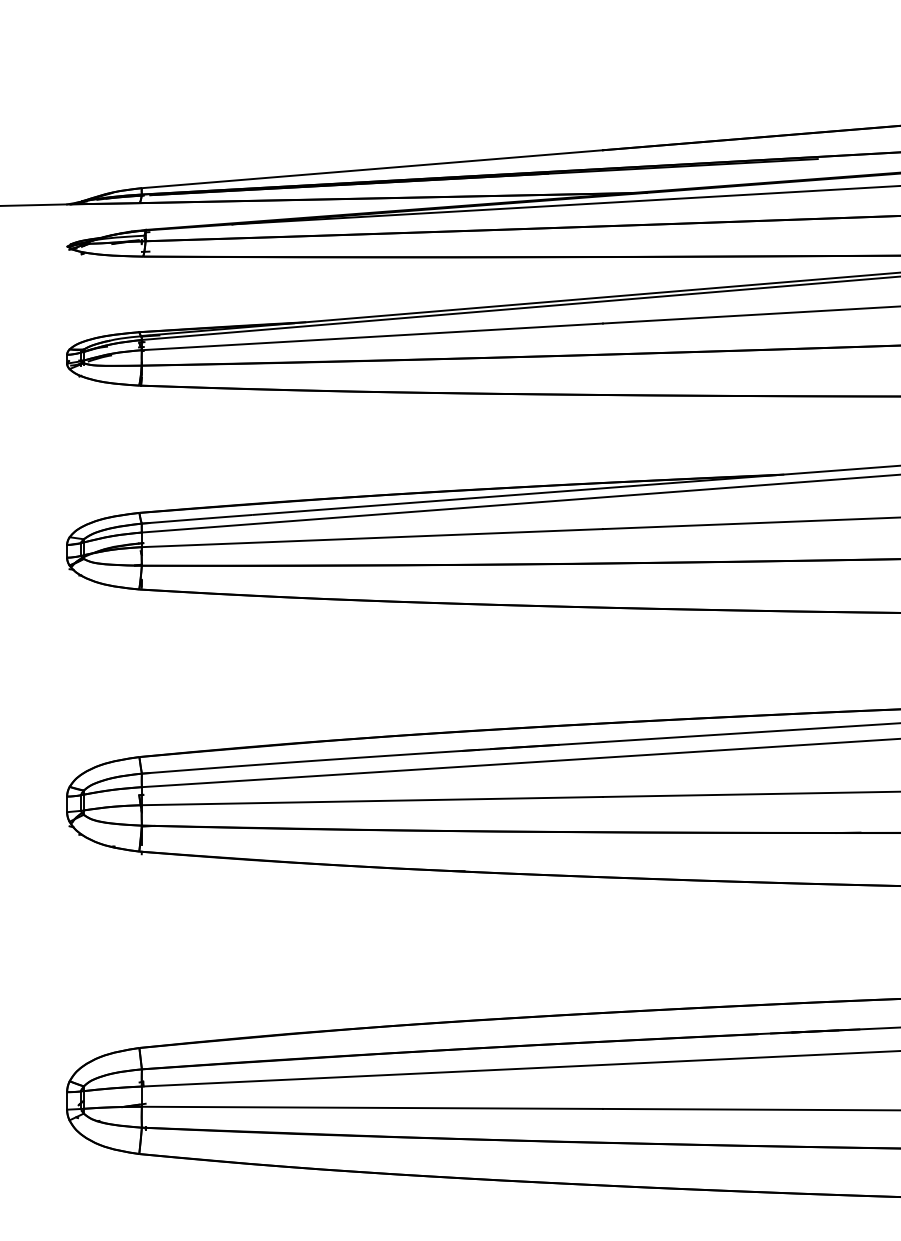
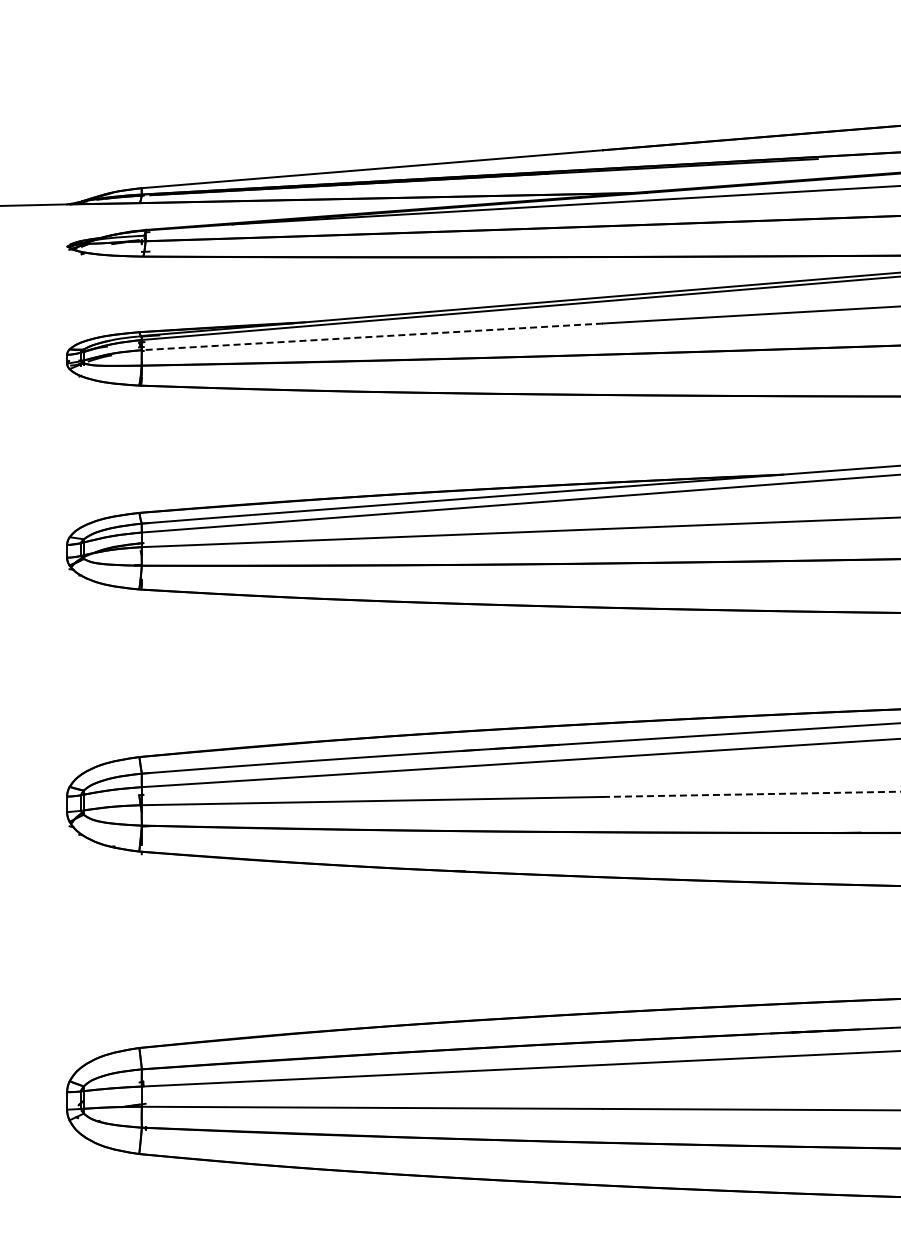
line at (372, 336): solid -> dashed
line at (751, 794): solid -> dashed
